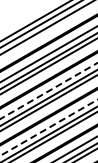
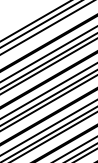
line at (48, 91): dashed -> solid
line at (49, 127): dashed -> solid
